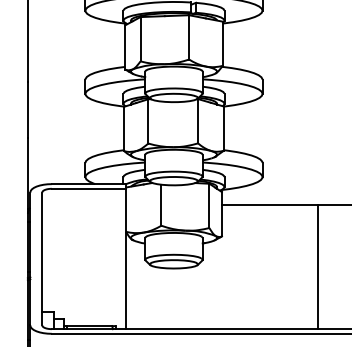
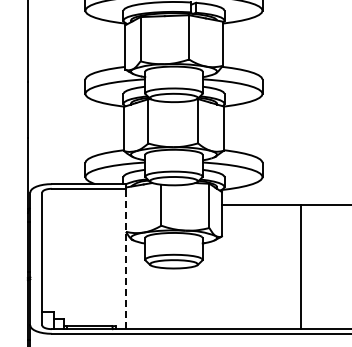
line at (126, 258): solid -> dashed
line at (317, 266) position: (317, 266) -> (300, 266)
